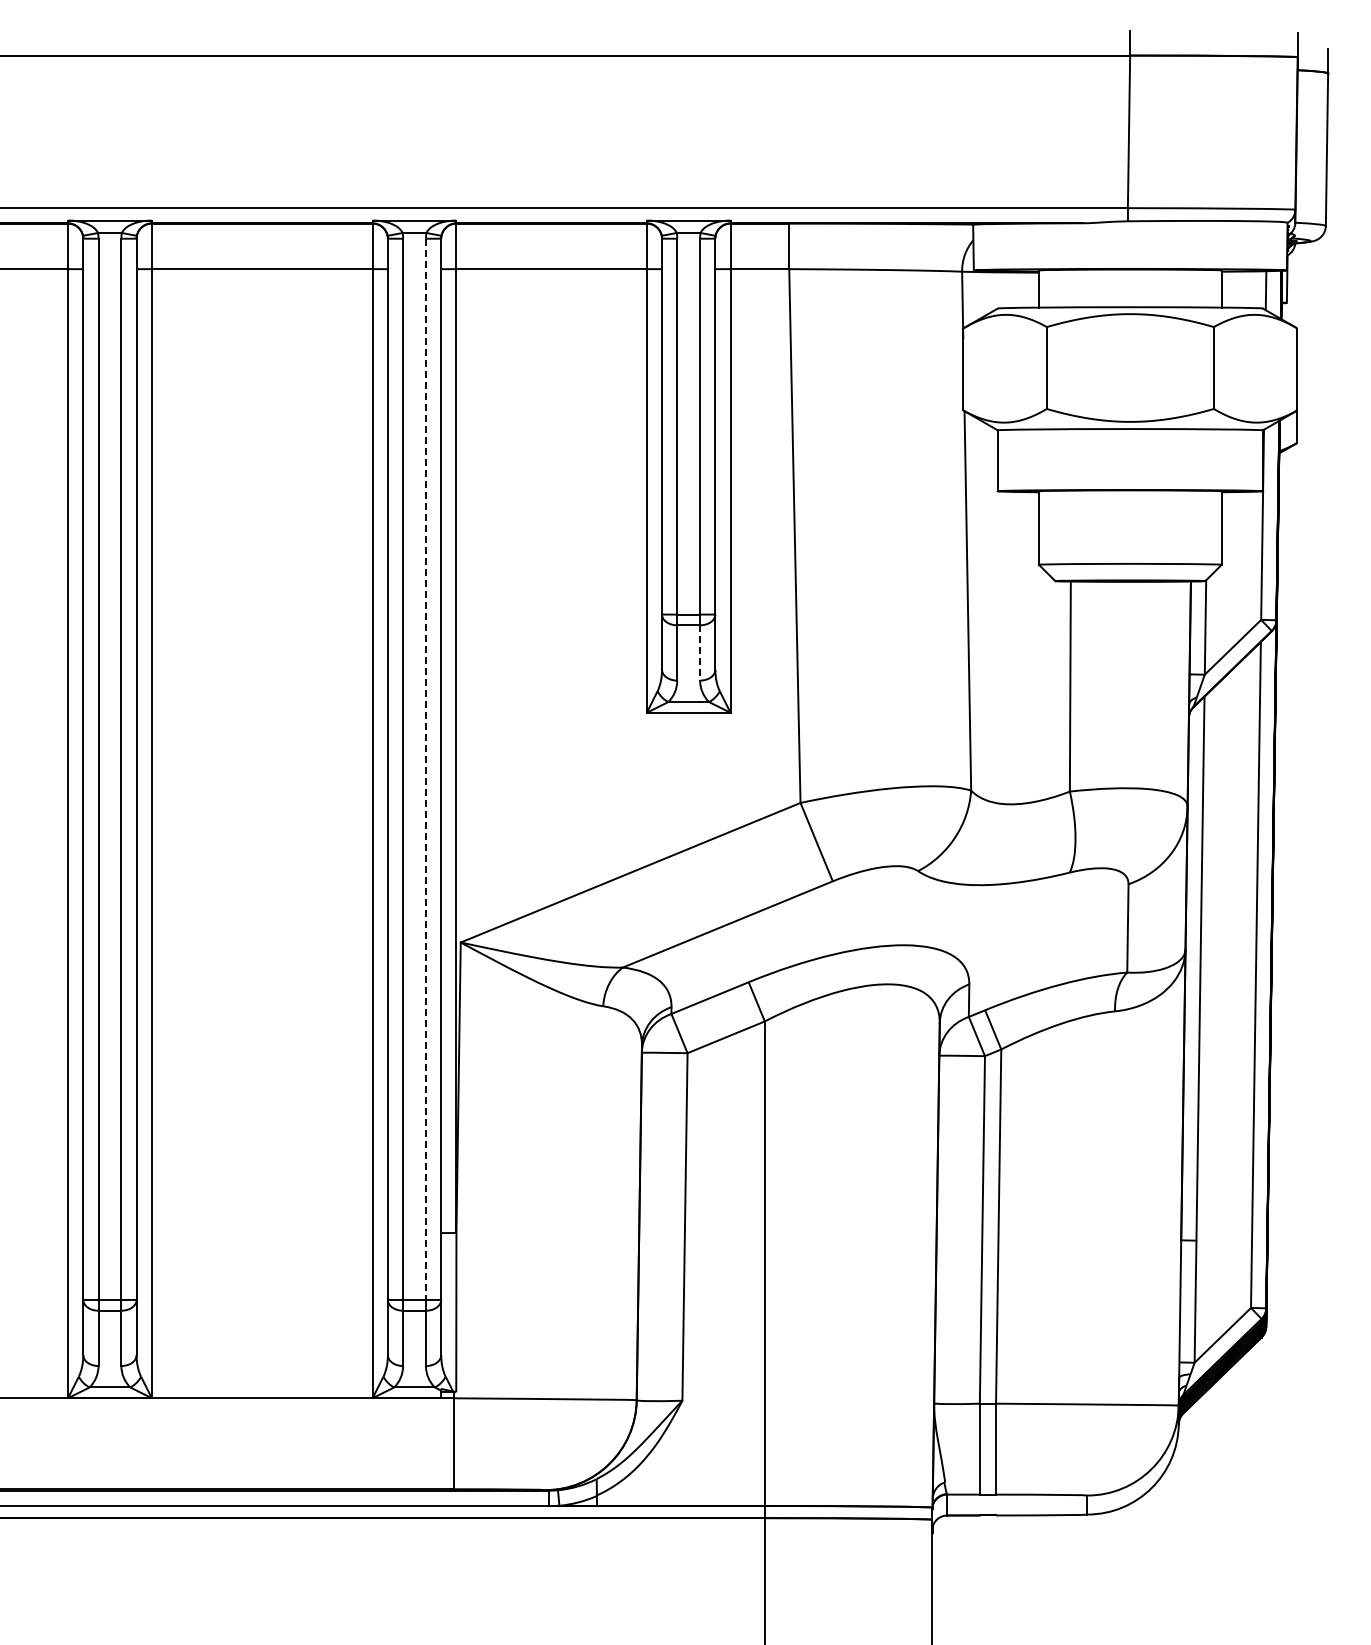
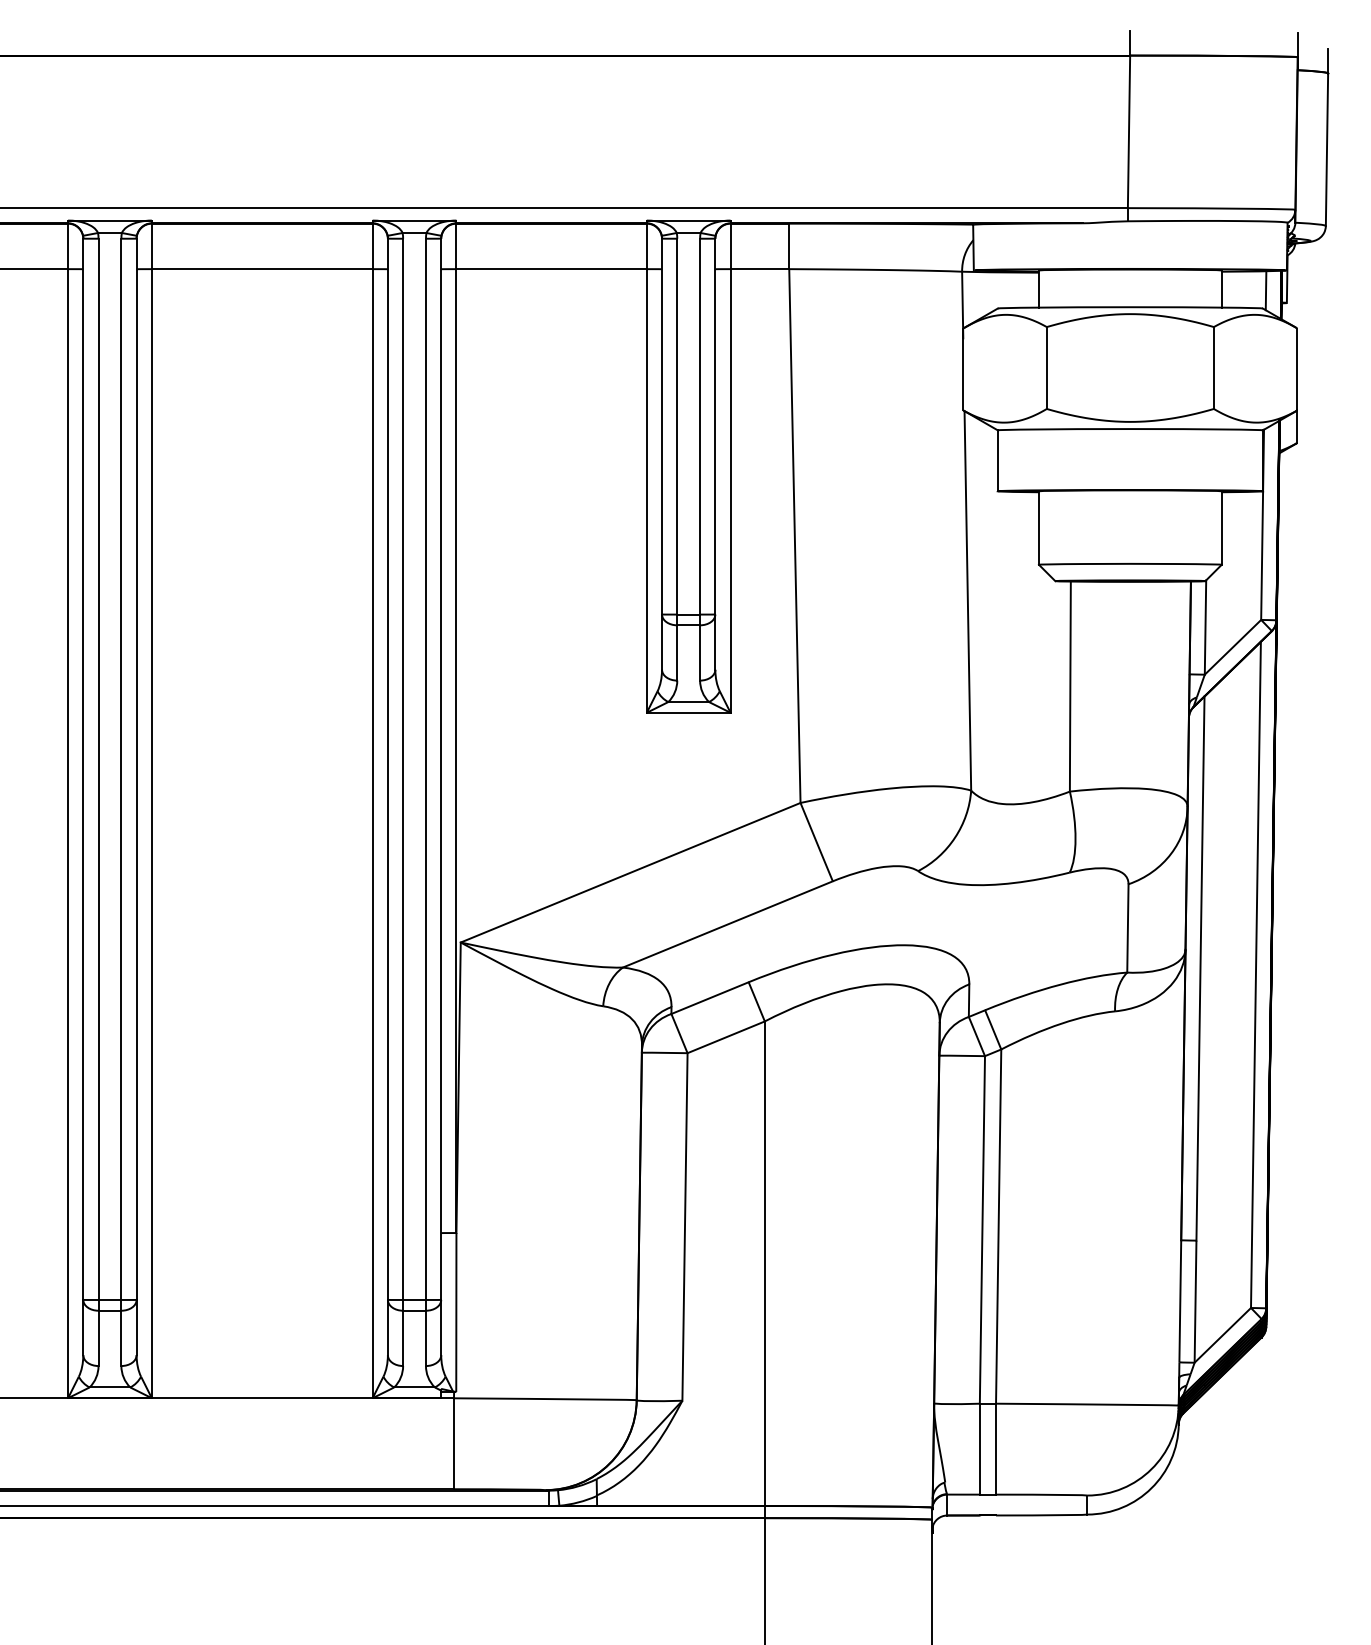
line at (700, 652): dashed -> solid
line at (425, 769): dashed -> solid
